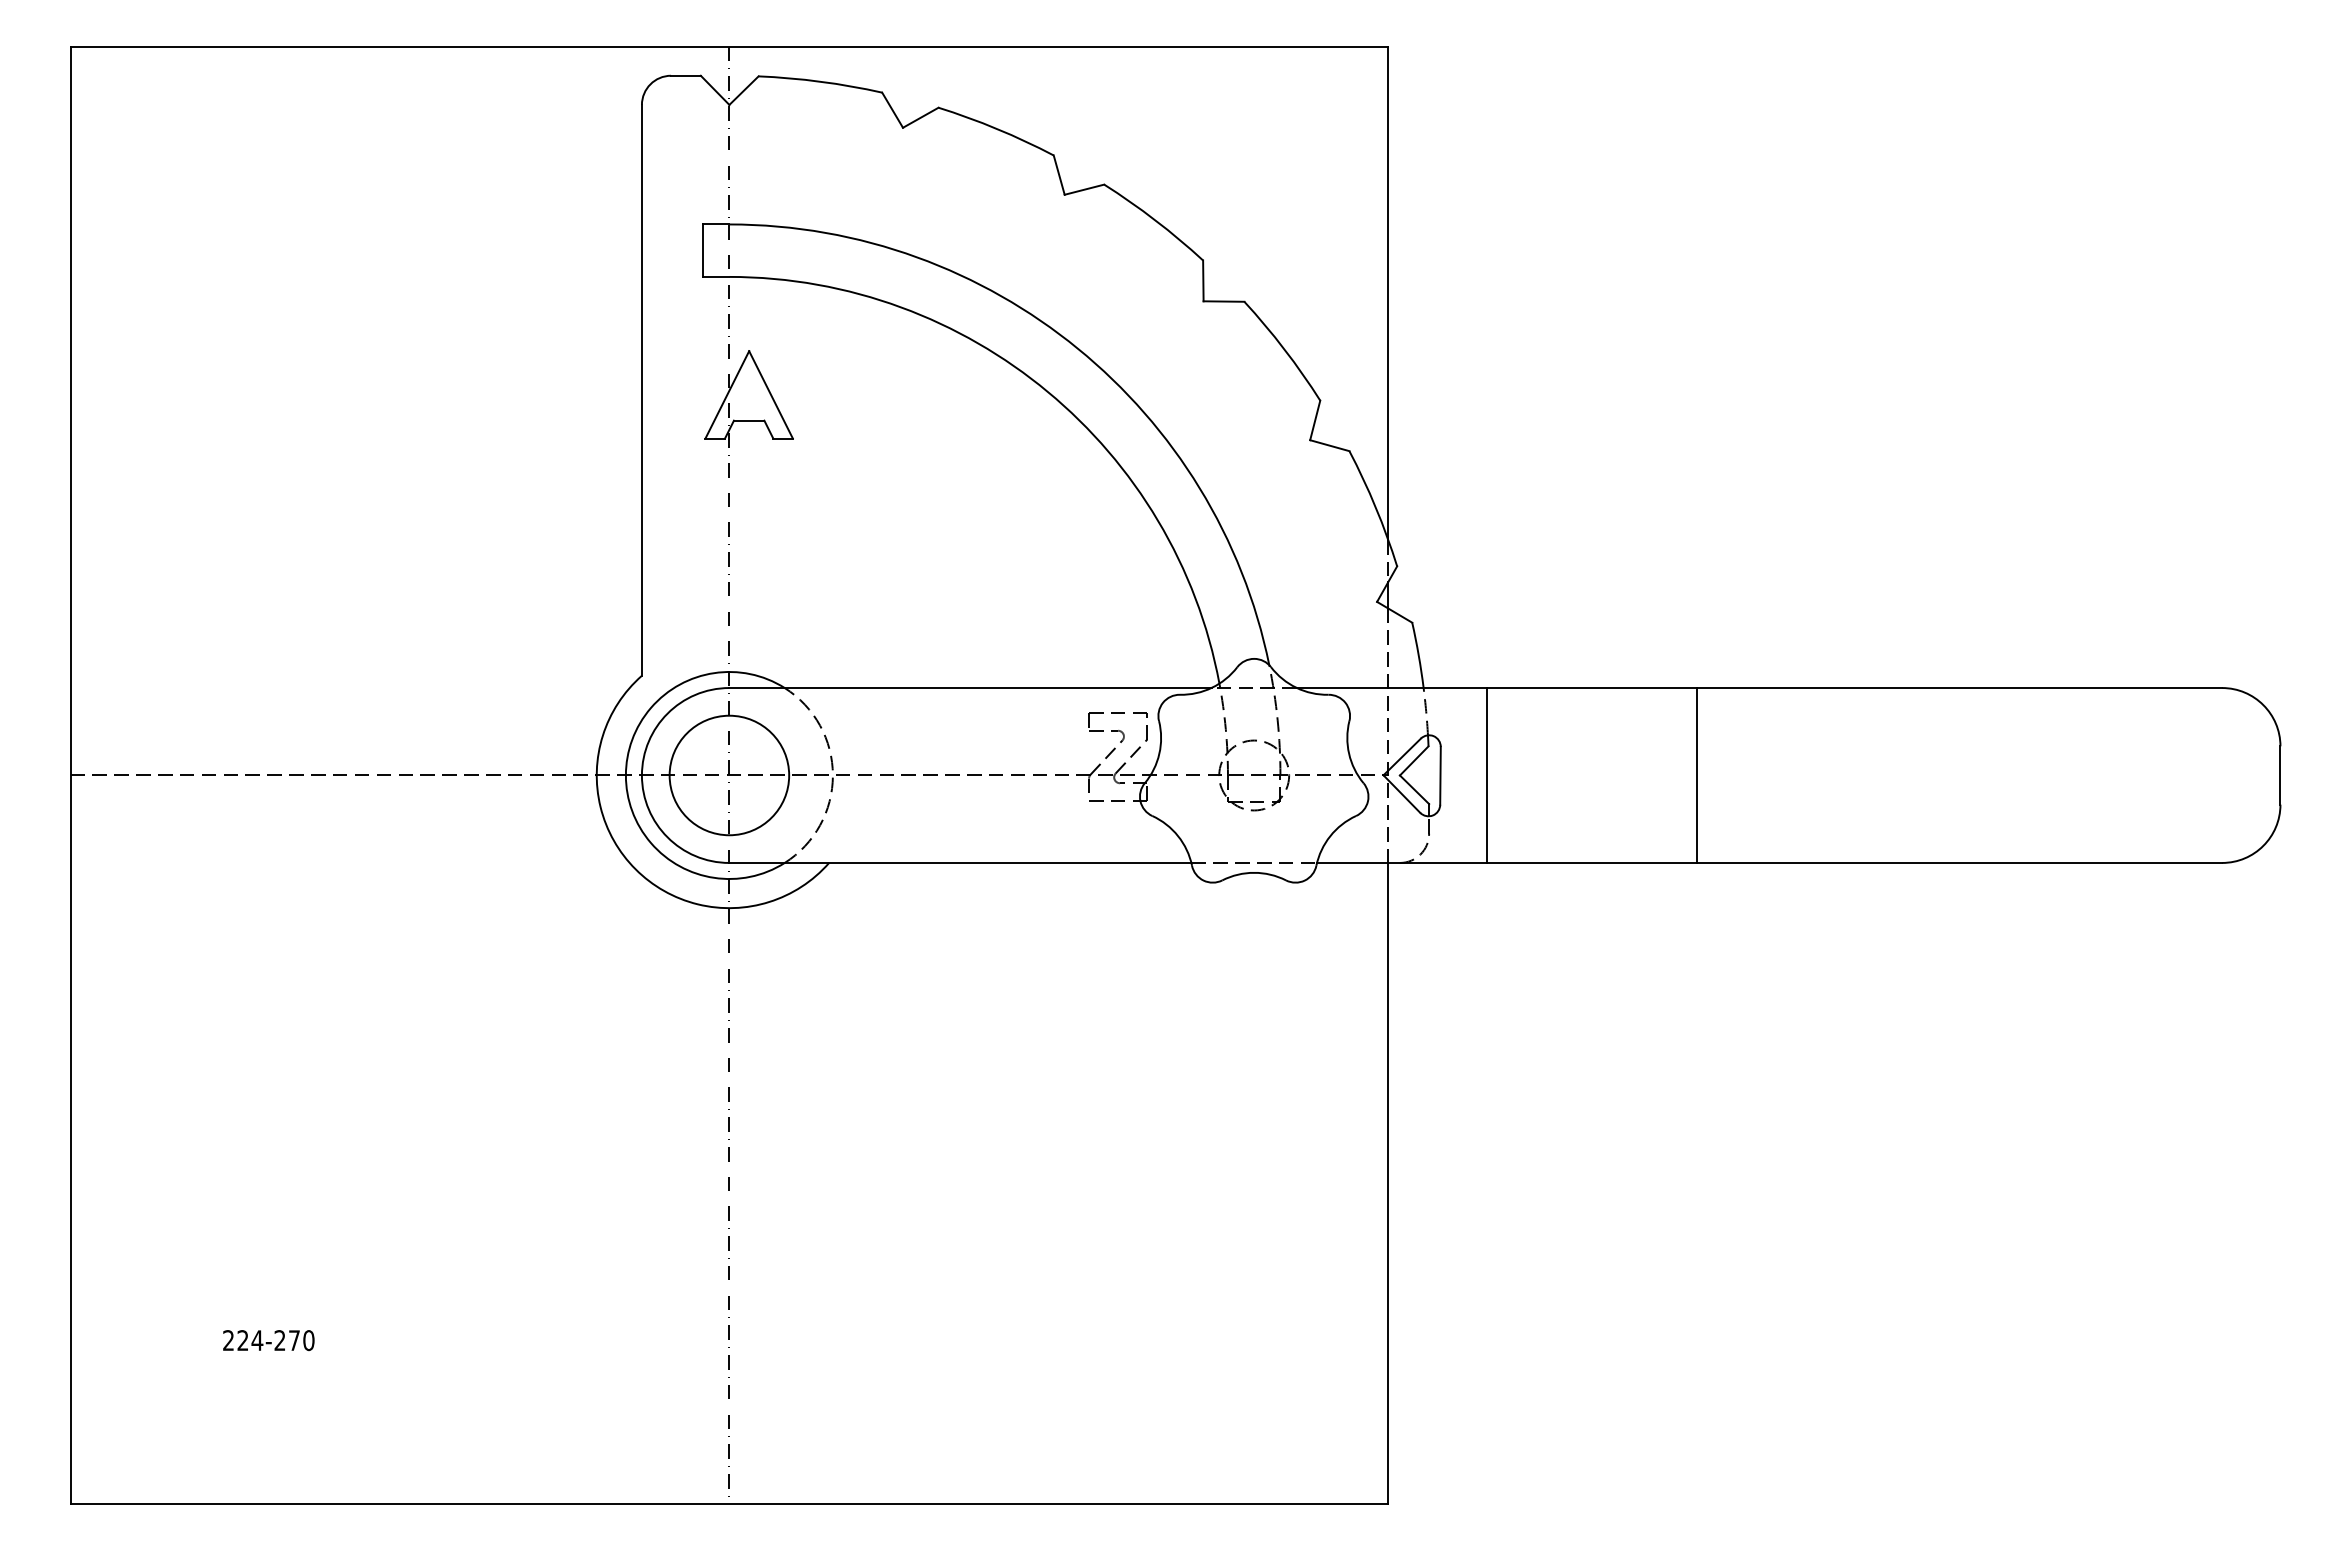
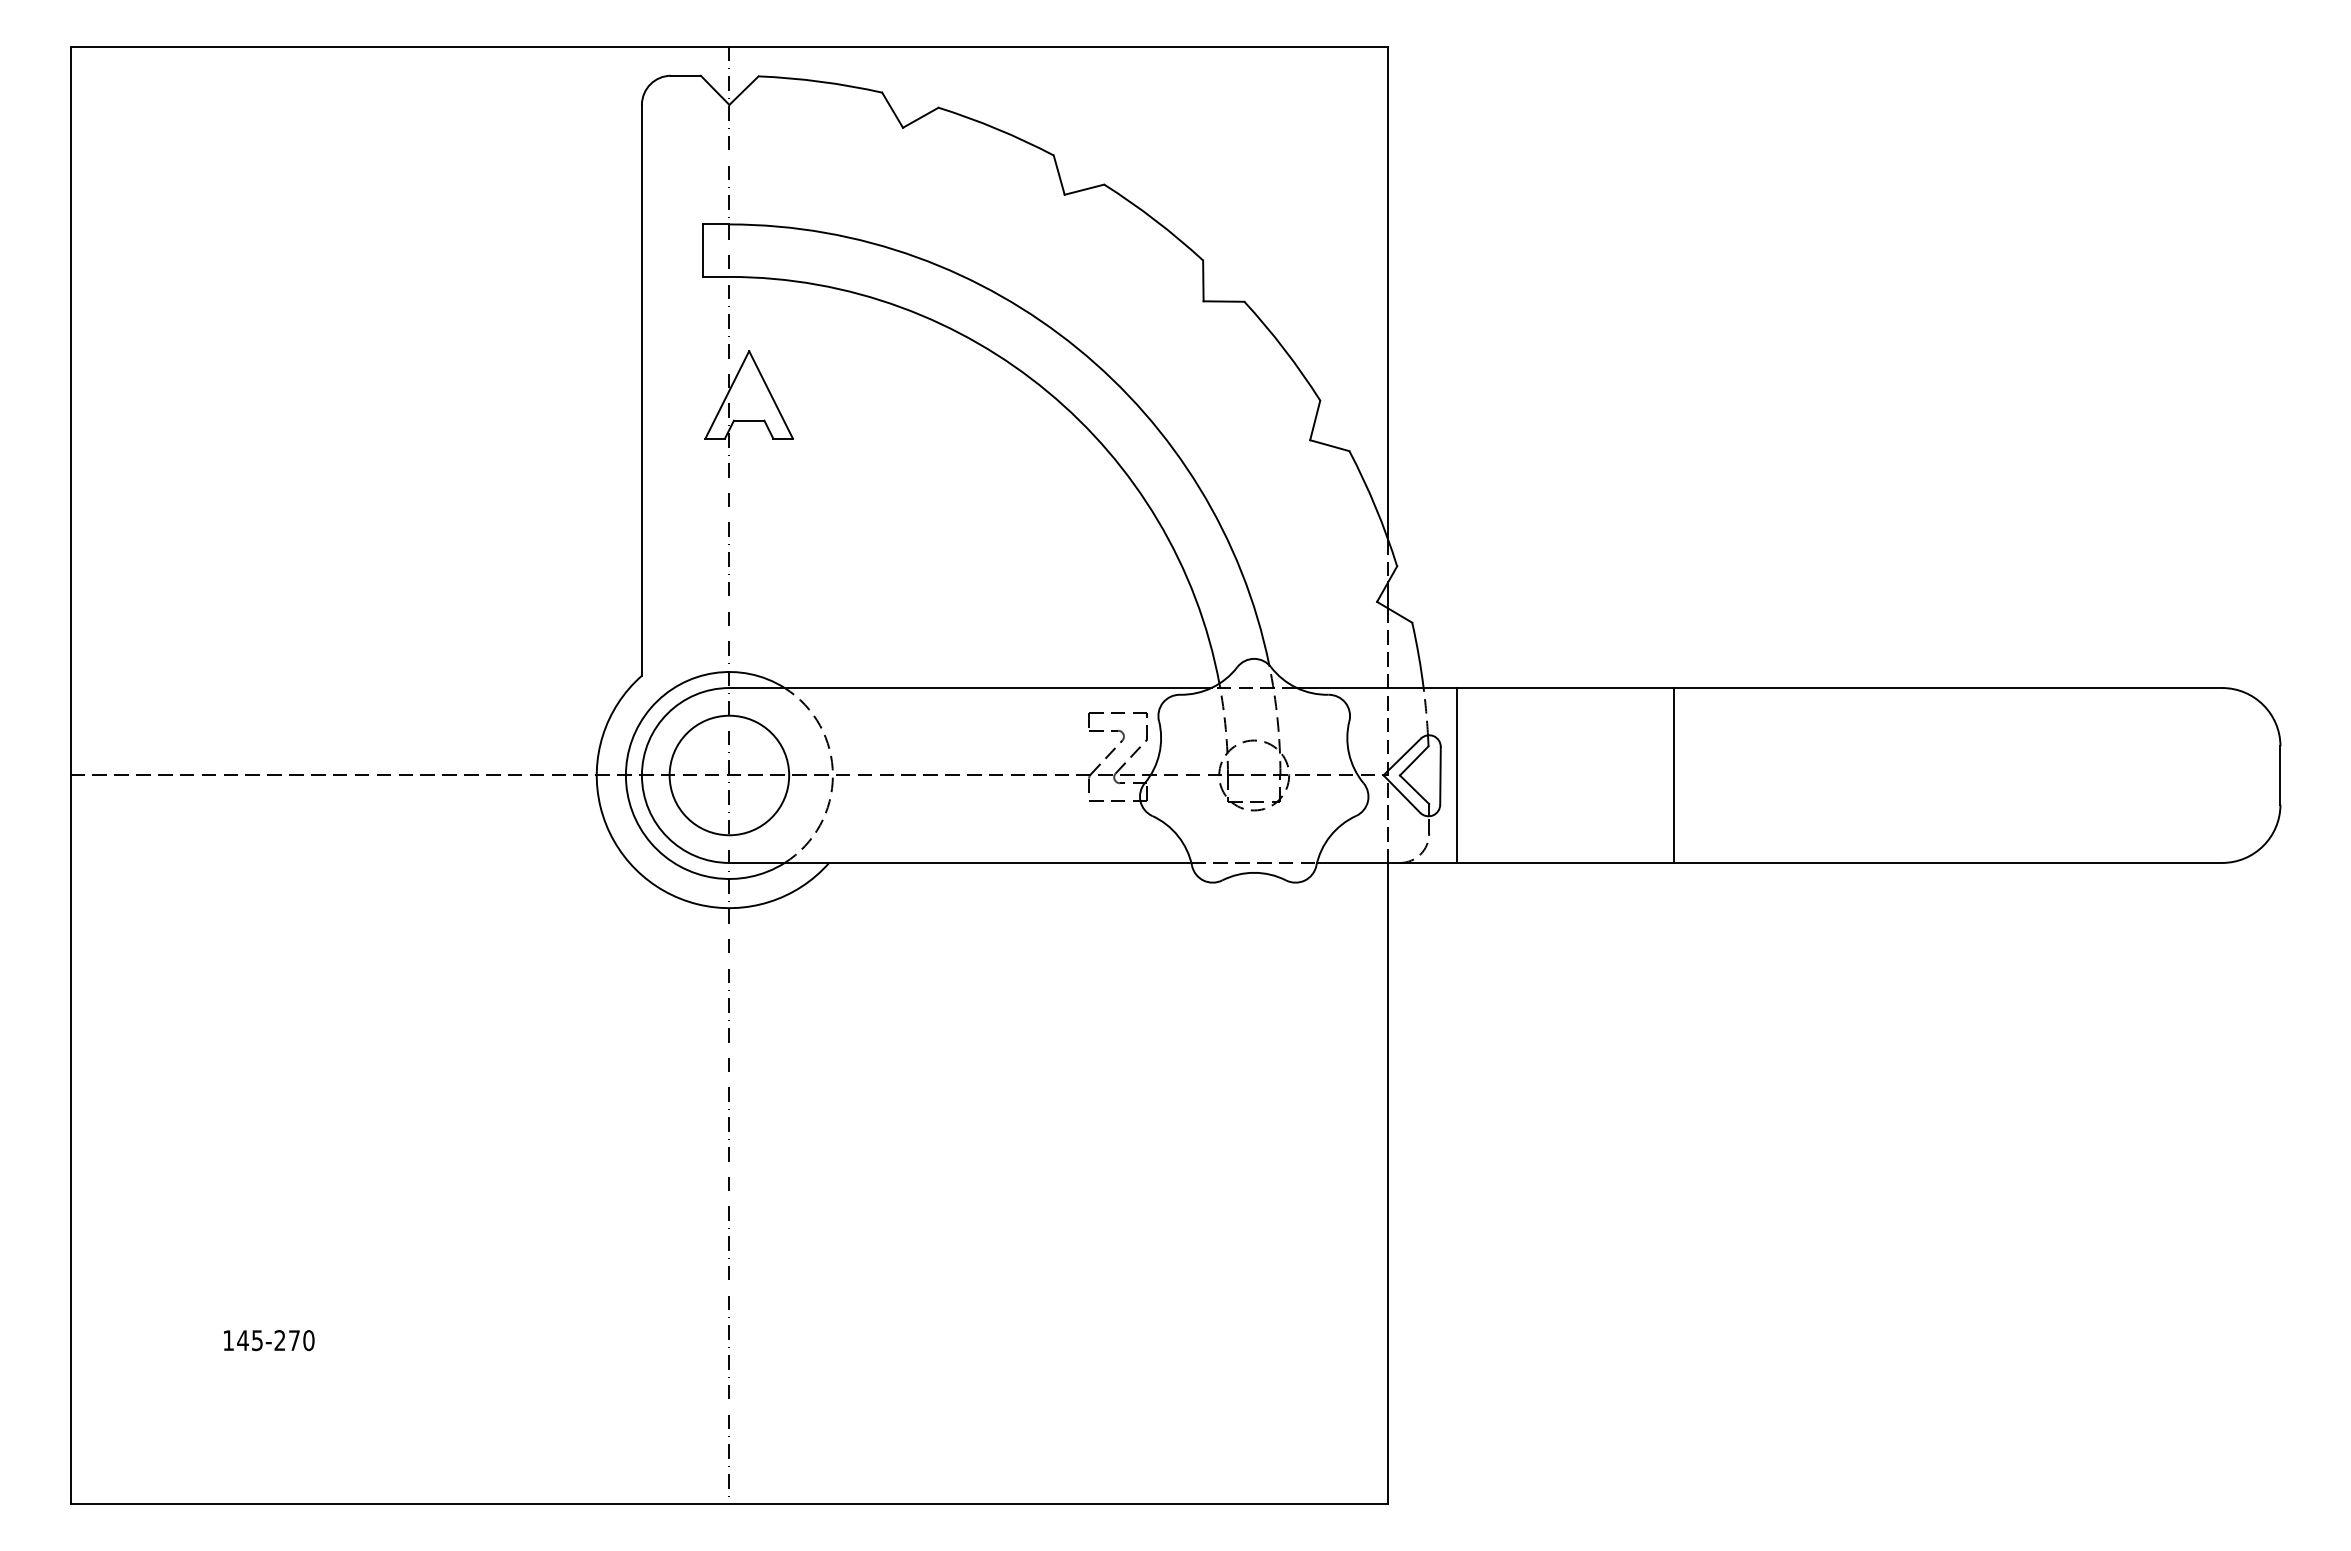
line at (1487, 775) position: (1487, 775) -> (1457, 775)
line at (1697, 775) position: (1697, 775) -> (1674, 775)
text at (243, 1340): 224-270 -> 145-270
